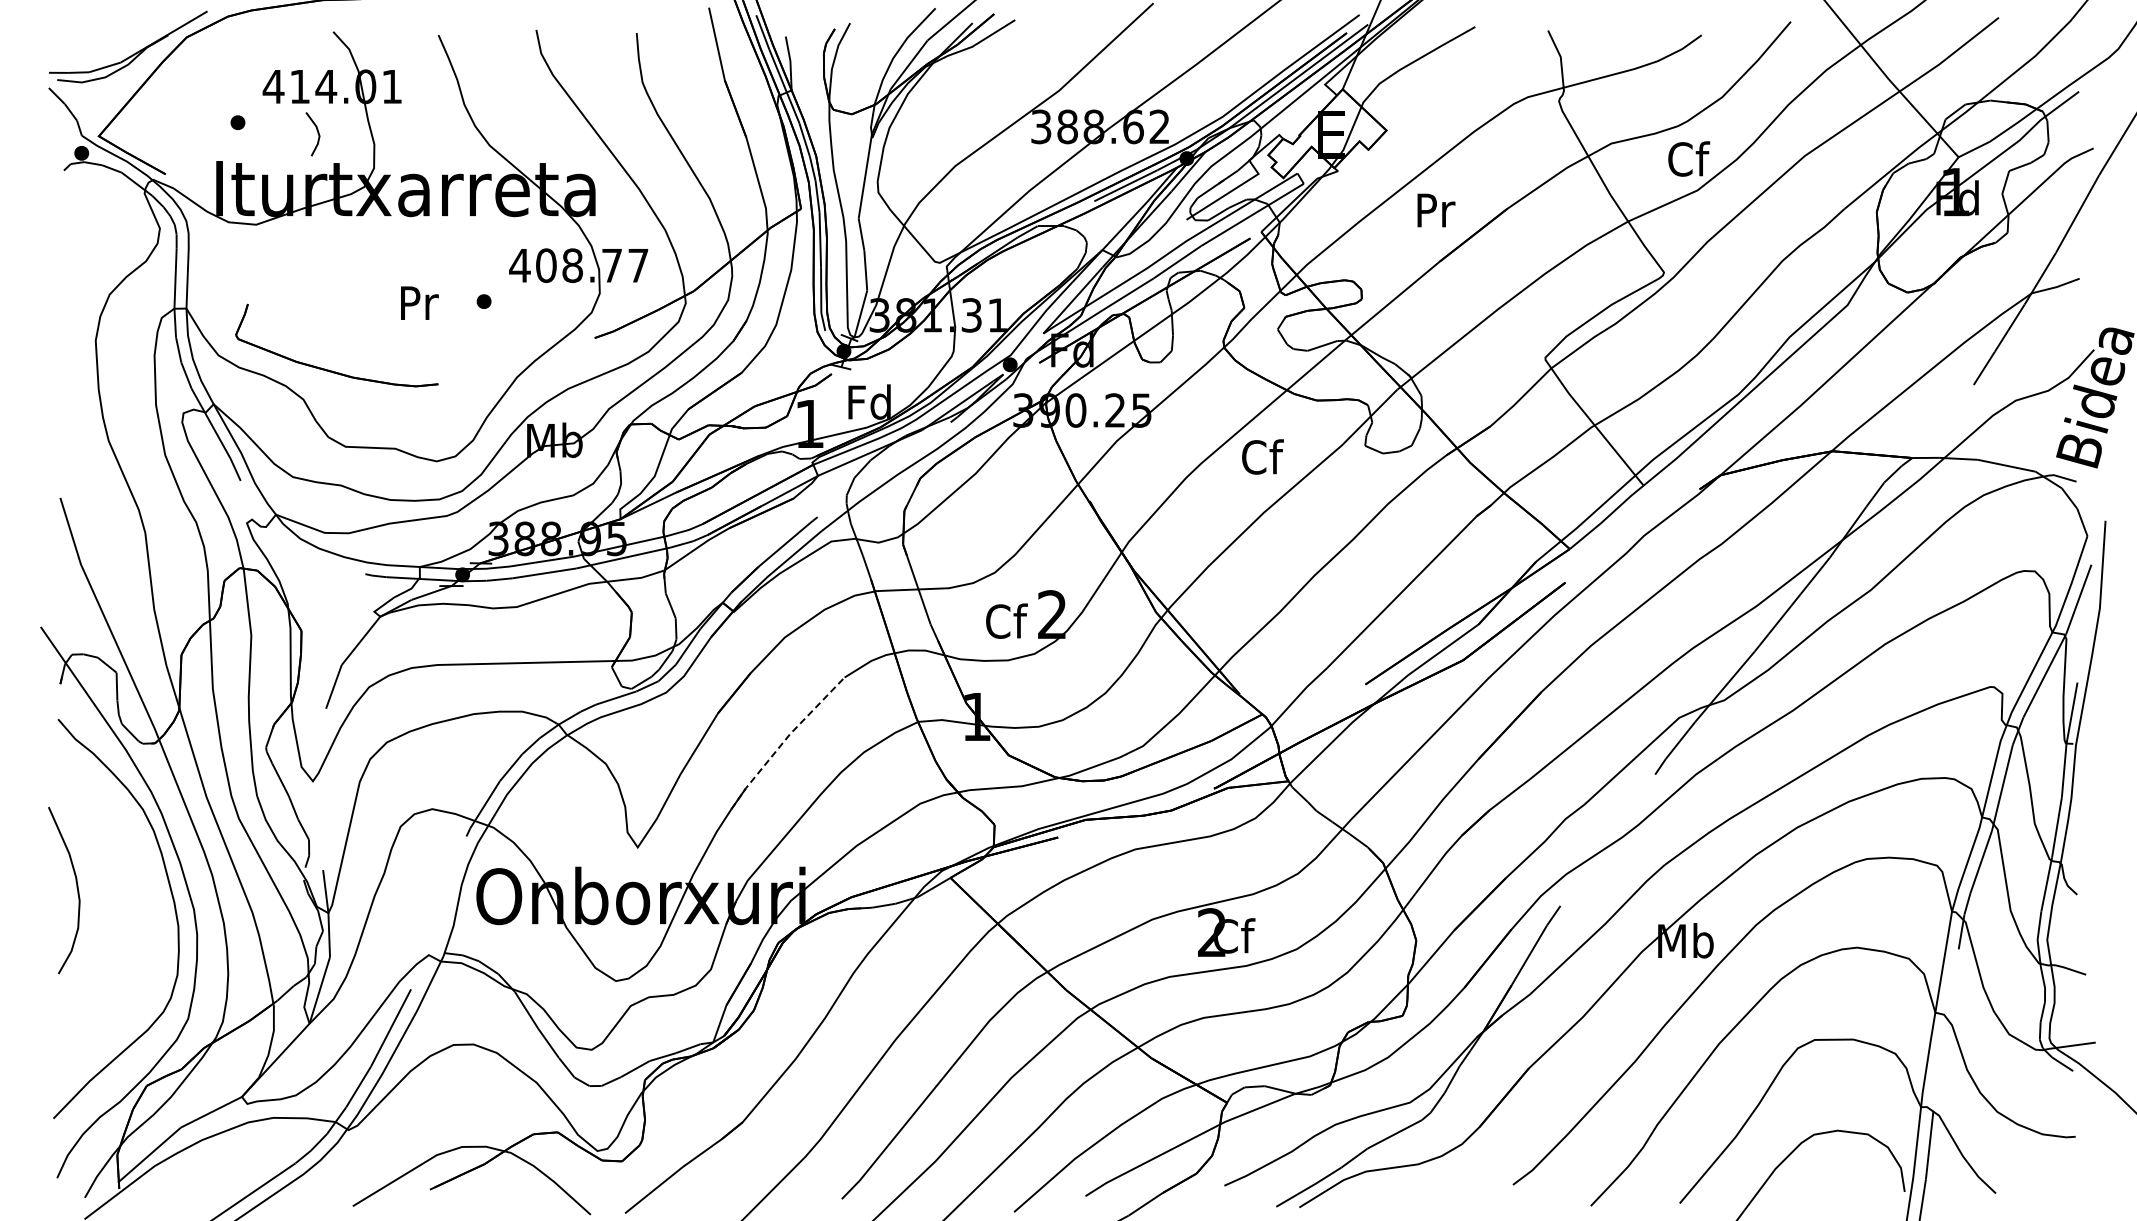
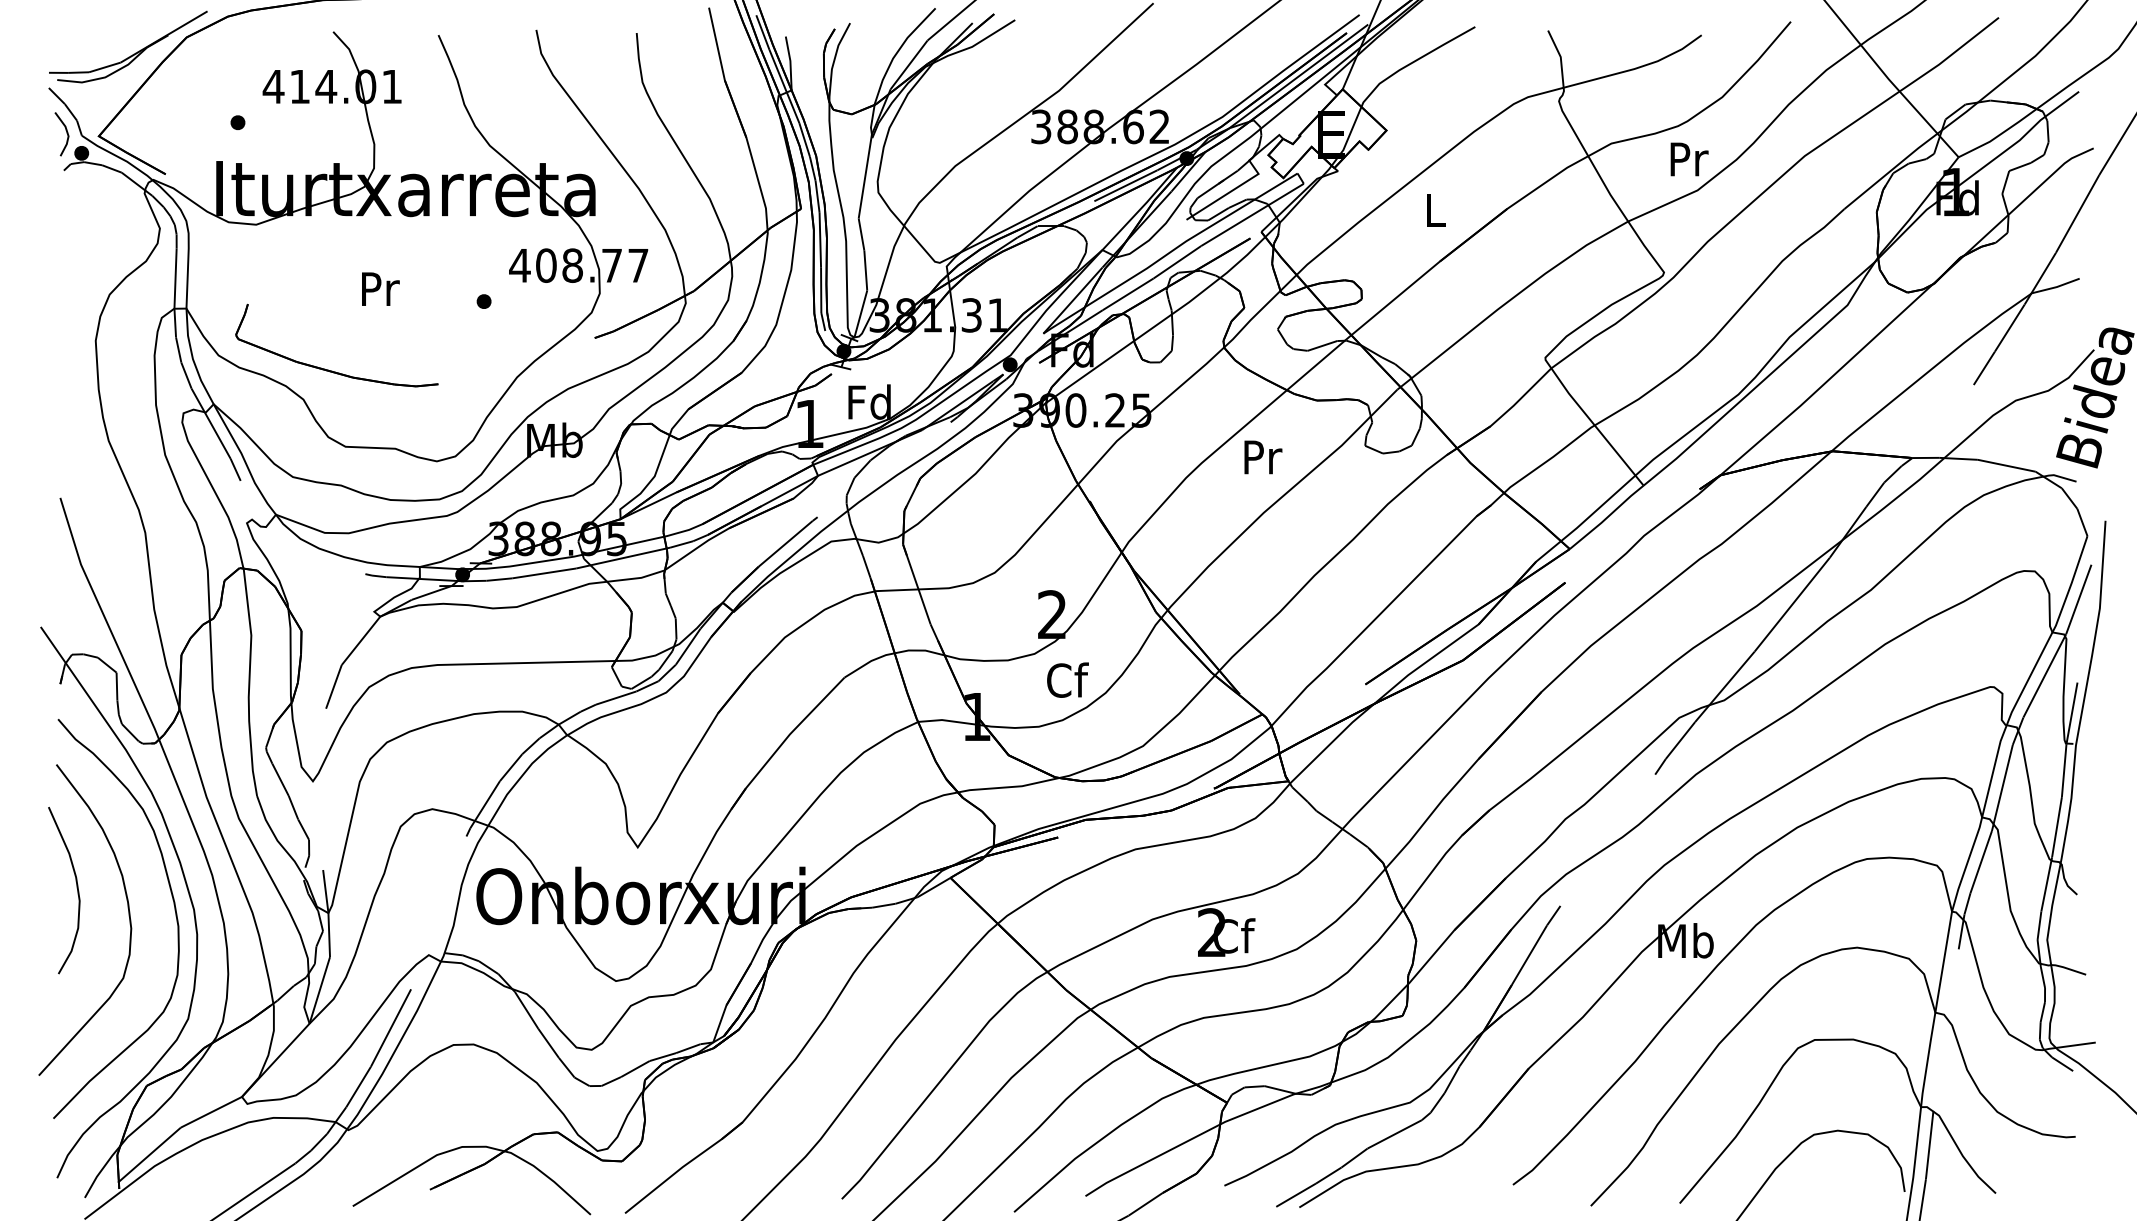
line at (317, 133) position: (317, 133) -> (66, 133)
text at (1689, 158): Cf -> Pr
text at (1436, 210): Pr -> L
text at (419, 302) position: (419, 302) -> (380, 288)
text at (1262, 456): Cf -> Pr
text at (1006, 620) position: (1006, 620) -> (1067, 679)
line at (784, 740): dashed -> solid
curve at (128, 916): none -> present
